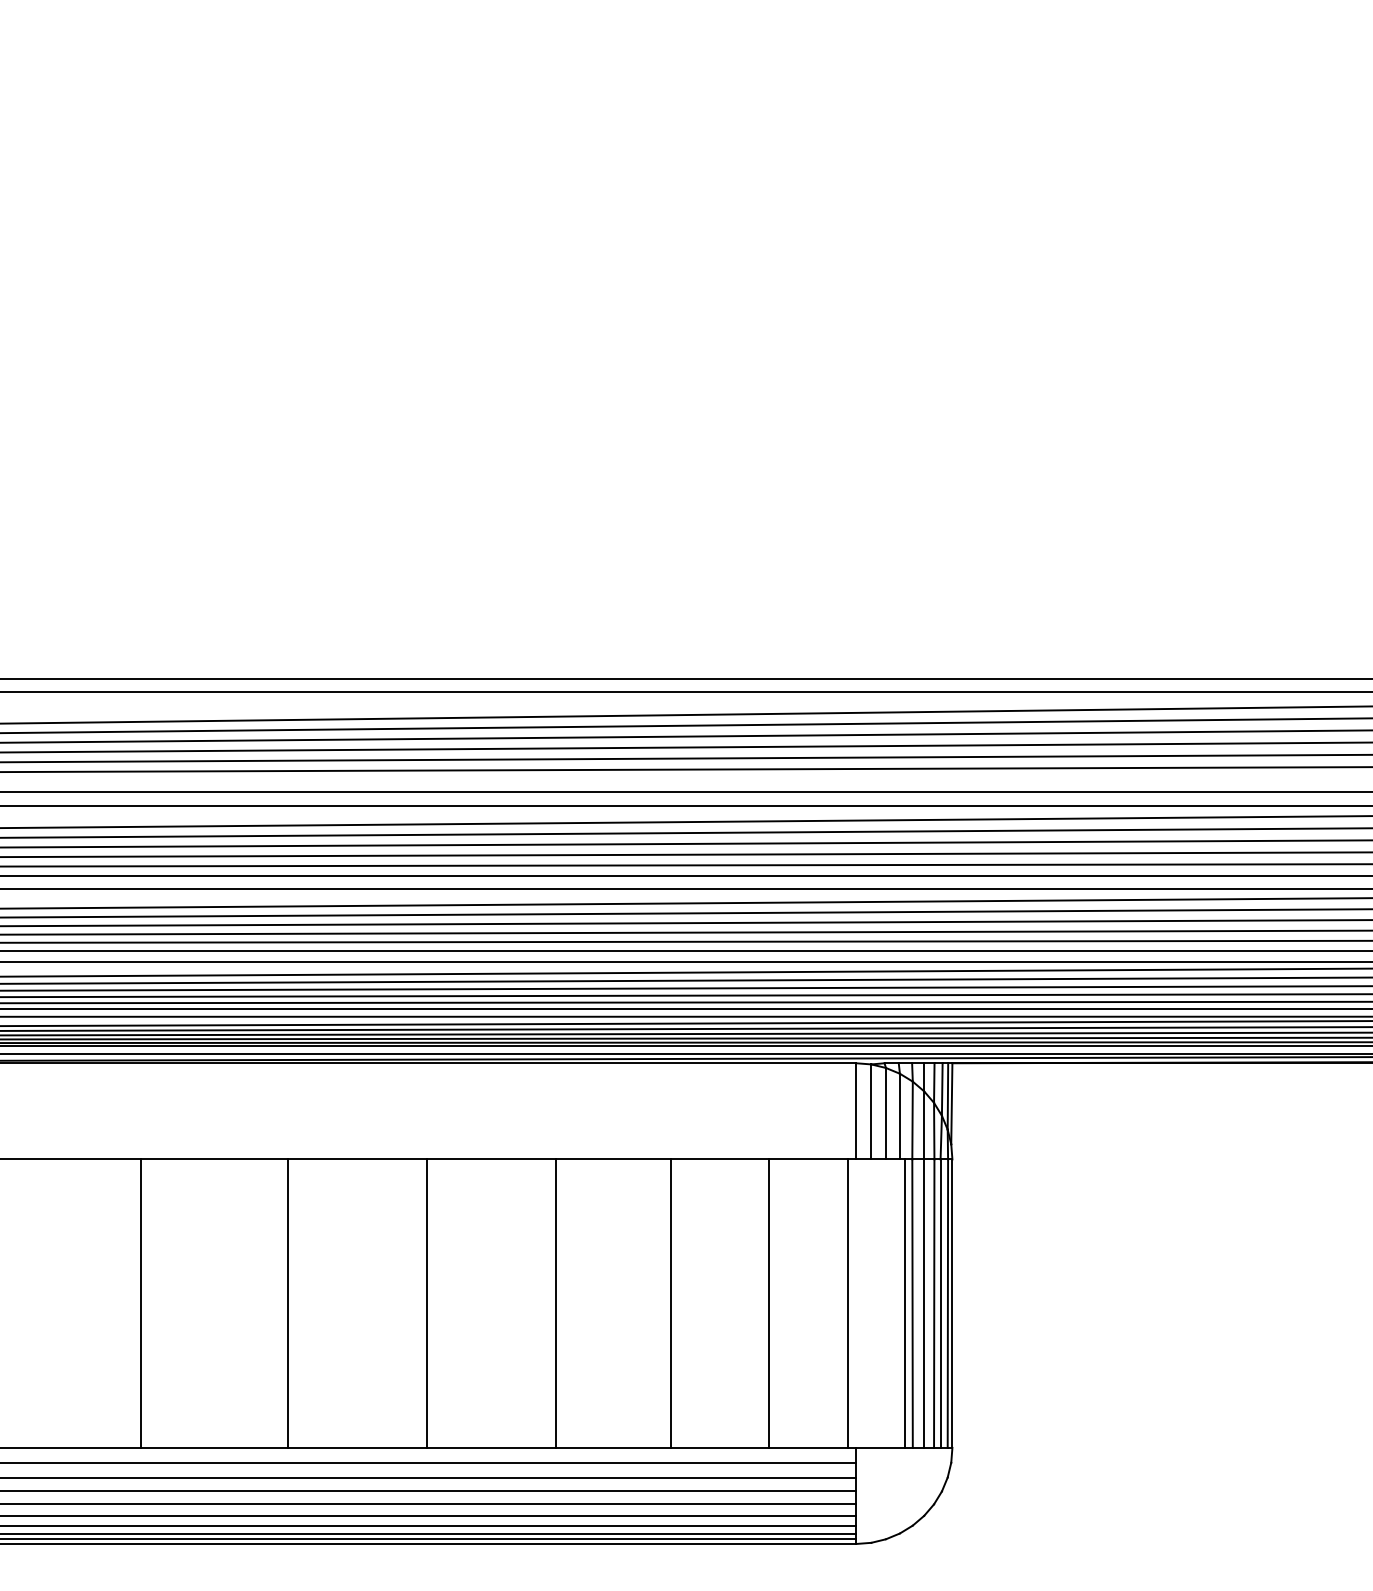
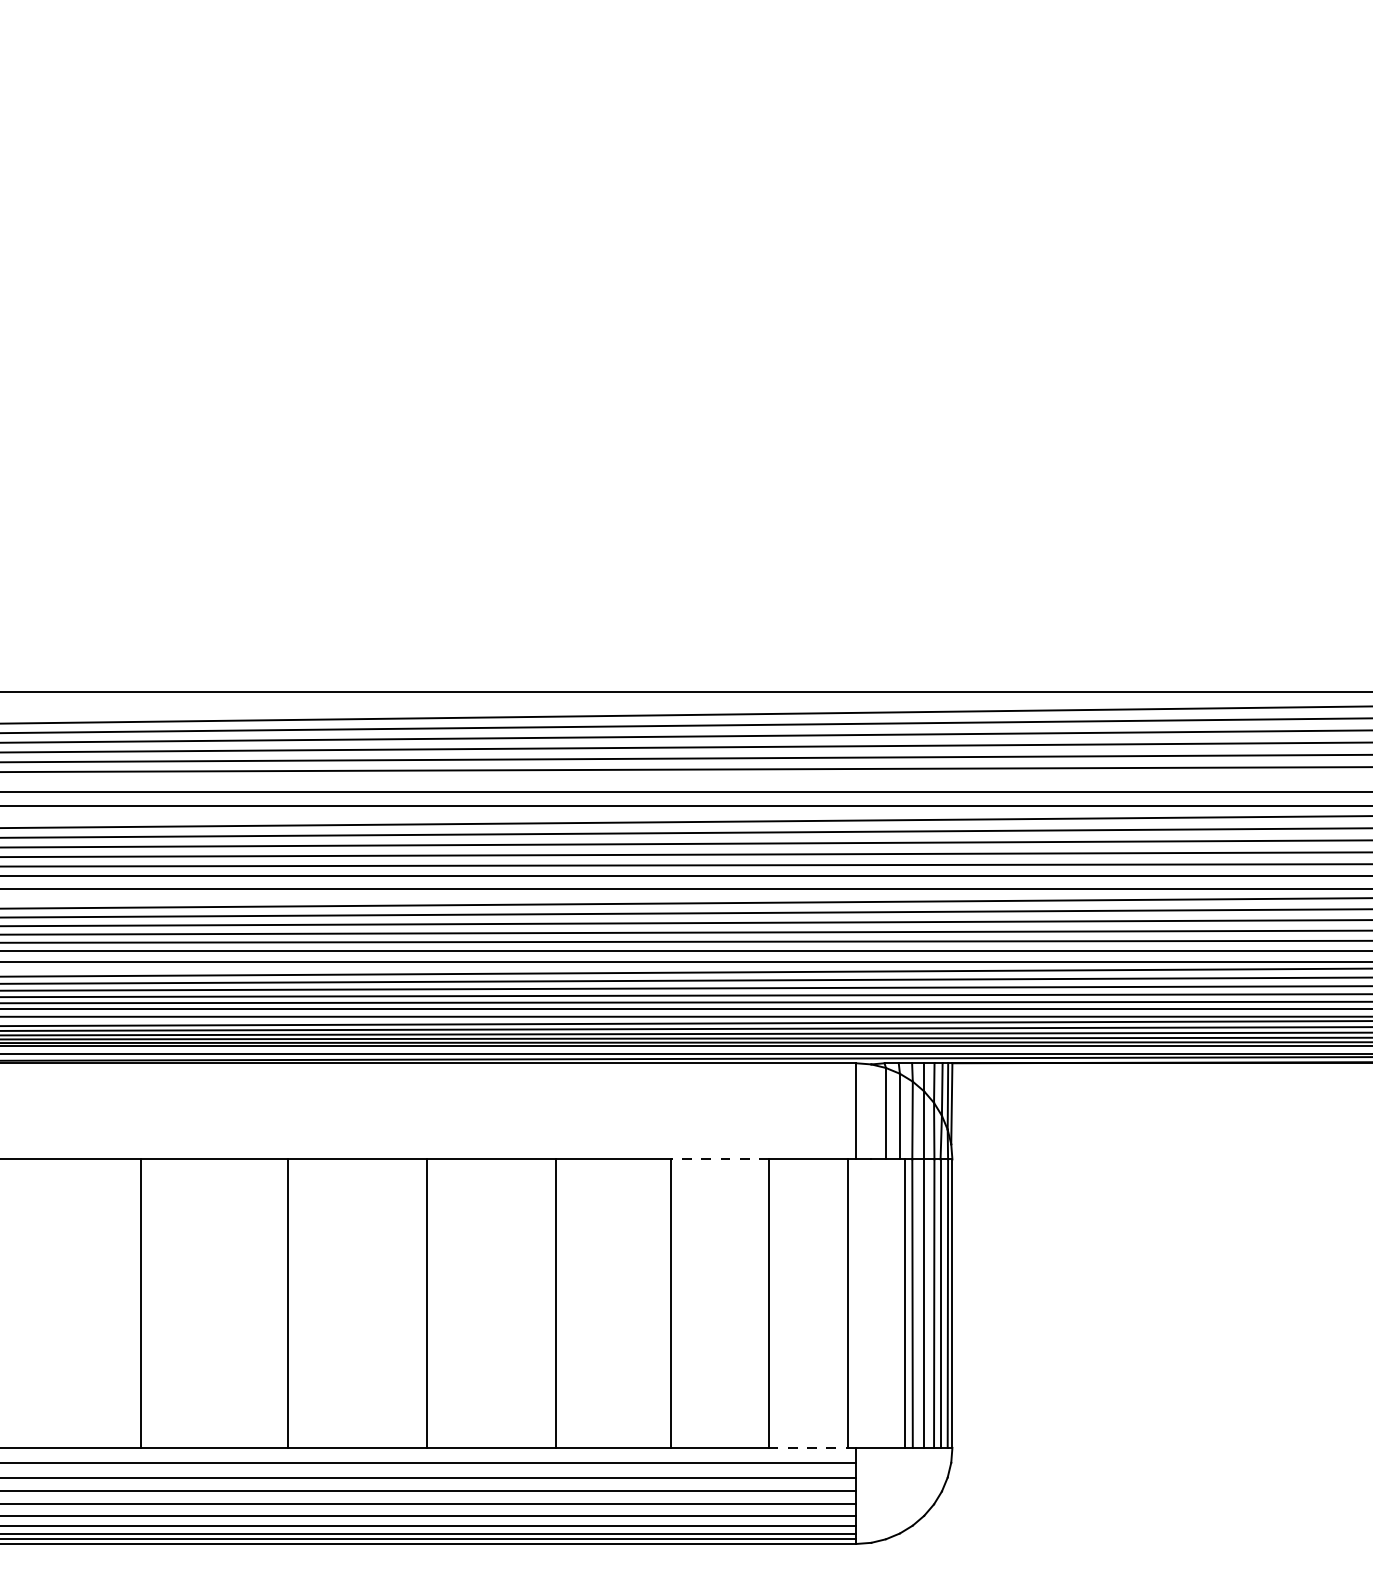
line at (685, 678): present -> none
line at (871, 1111): present -> none
line at (719, 1159): solid -> dashed
line at (808, 1447): solid -> dashed
